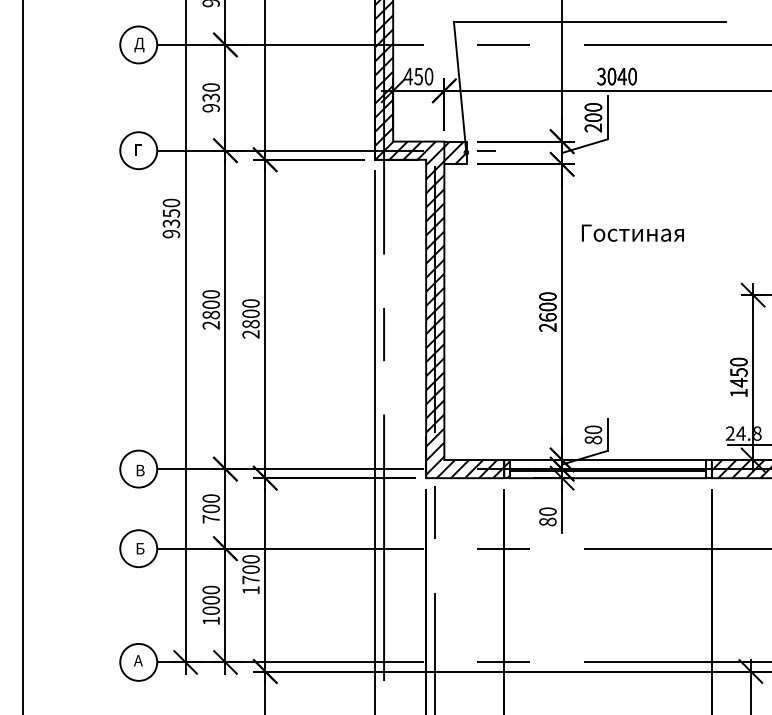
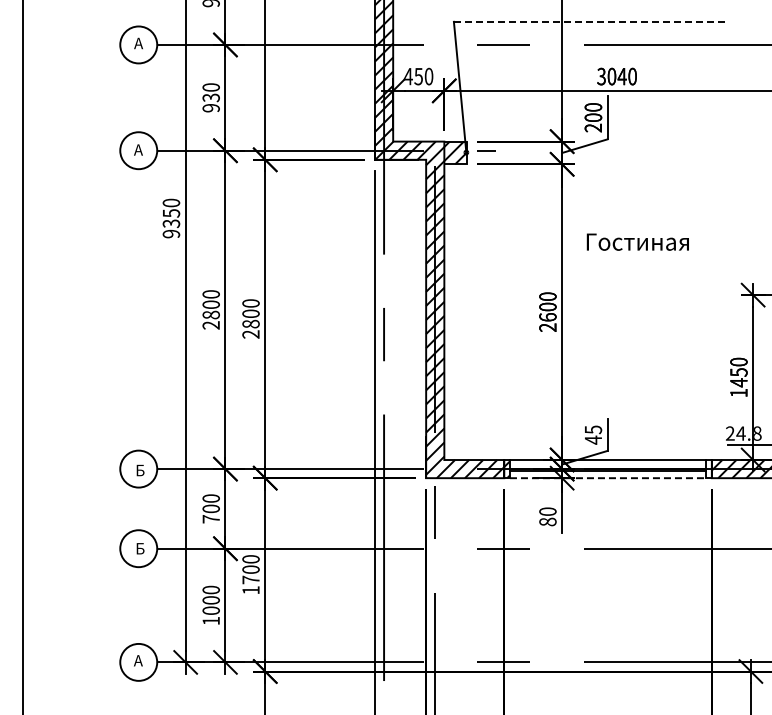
line at (590, 21): solid -> dashed
text at (139, 44): Д -> А
text at (138, 149): Г -> А
text at (632, 232) position: (632, 232) -> (637, 241)
text at (593, 434): 80 -> 45
text at (142, 469): В -> Б
line at (608, 478): solid -> dashed
